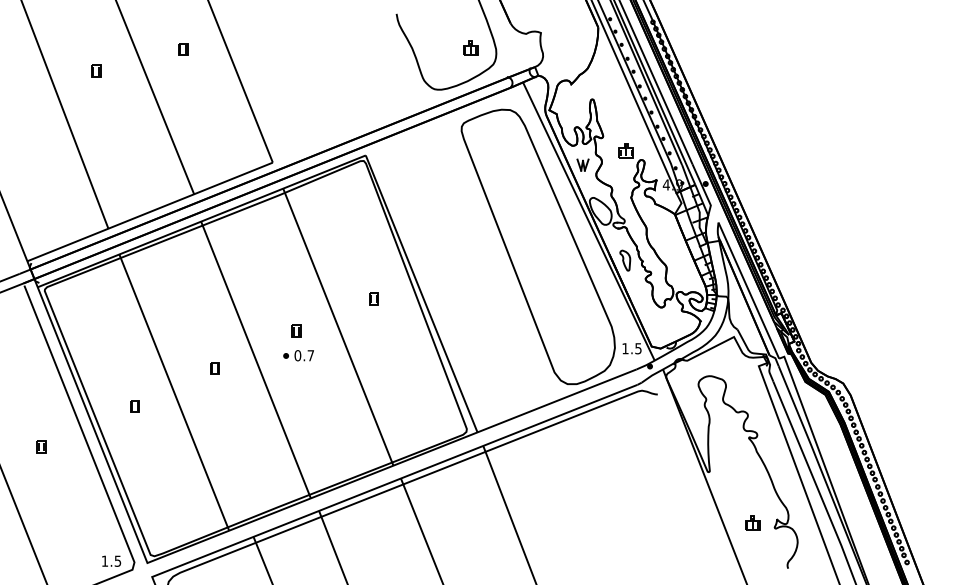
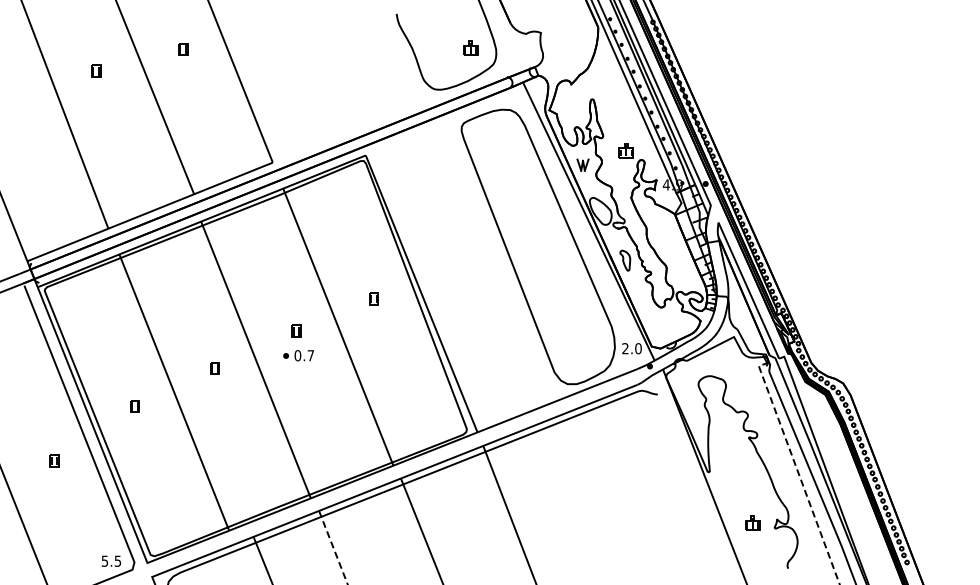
text at (631, 348): 1.5 -> 2.0
part at (41, 446) position: (41, 446) -> (54, 460)
line at (797, 470): solid -> dashed
line at (333, 547): solid -> dashed
text at (104, 560): 1.5 -> 5.5
